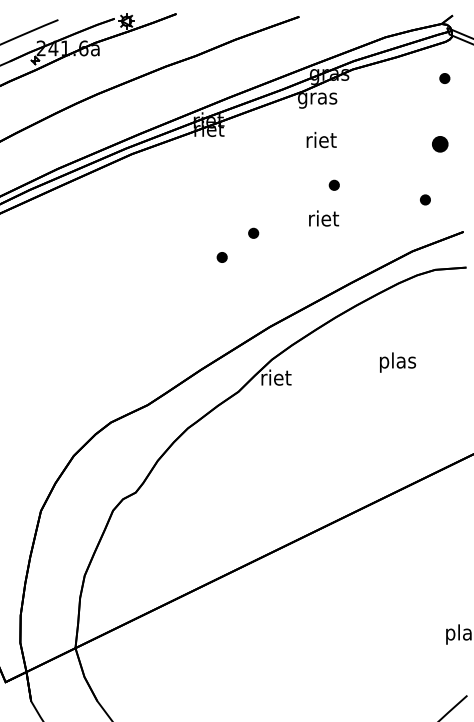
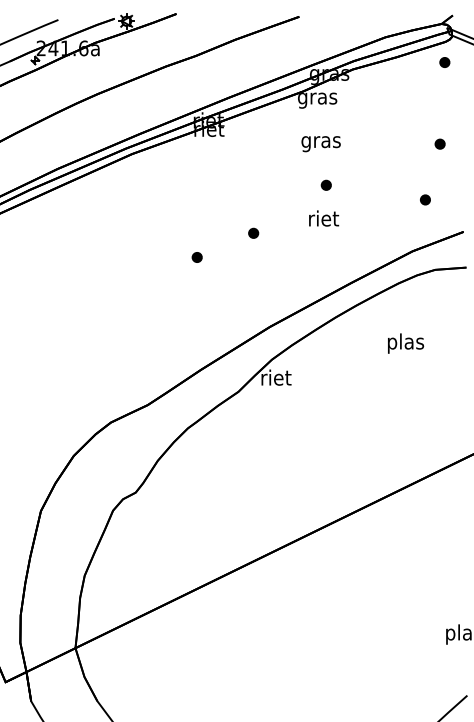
part at (444, 78) position: (444, 78) -> (444, 62)
text at (320, 141): riet -> gras
part at (440, 144) size: 17x17 px -> 12x12 px
part at (333, 184) position: (333, 184) -> (325, 184)
part at (221, 257) position: (221, 257) -> (196, 257)
text at (398, 362) position: (398, 362) -> (406, 343)
